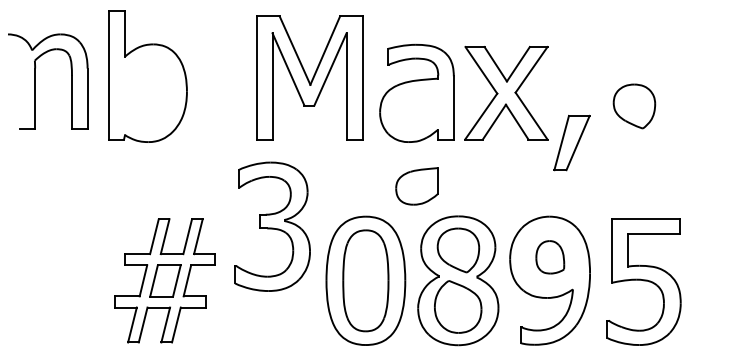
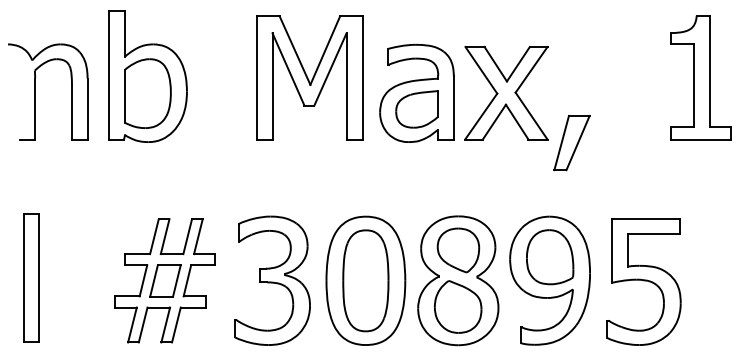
part at (700, 77): none -> present
part at (35, 81) position: (35, 81) -> (35, 91)
part at (147, 93): none -> present
part at (634, 106): present -> none
part at (416, 186) position: (416, 186) -> (416, 109)
part at (272, 226) position: (272, 226) -> (272, 280)
part at (550, 257) size: 31x35 px -> 49x57 px
part at (31, 277): none -> present
